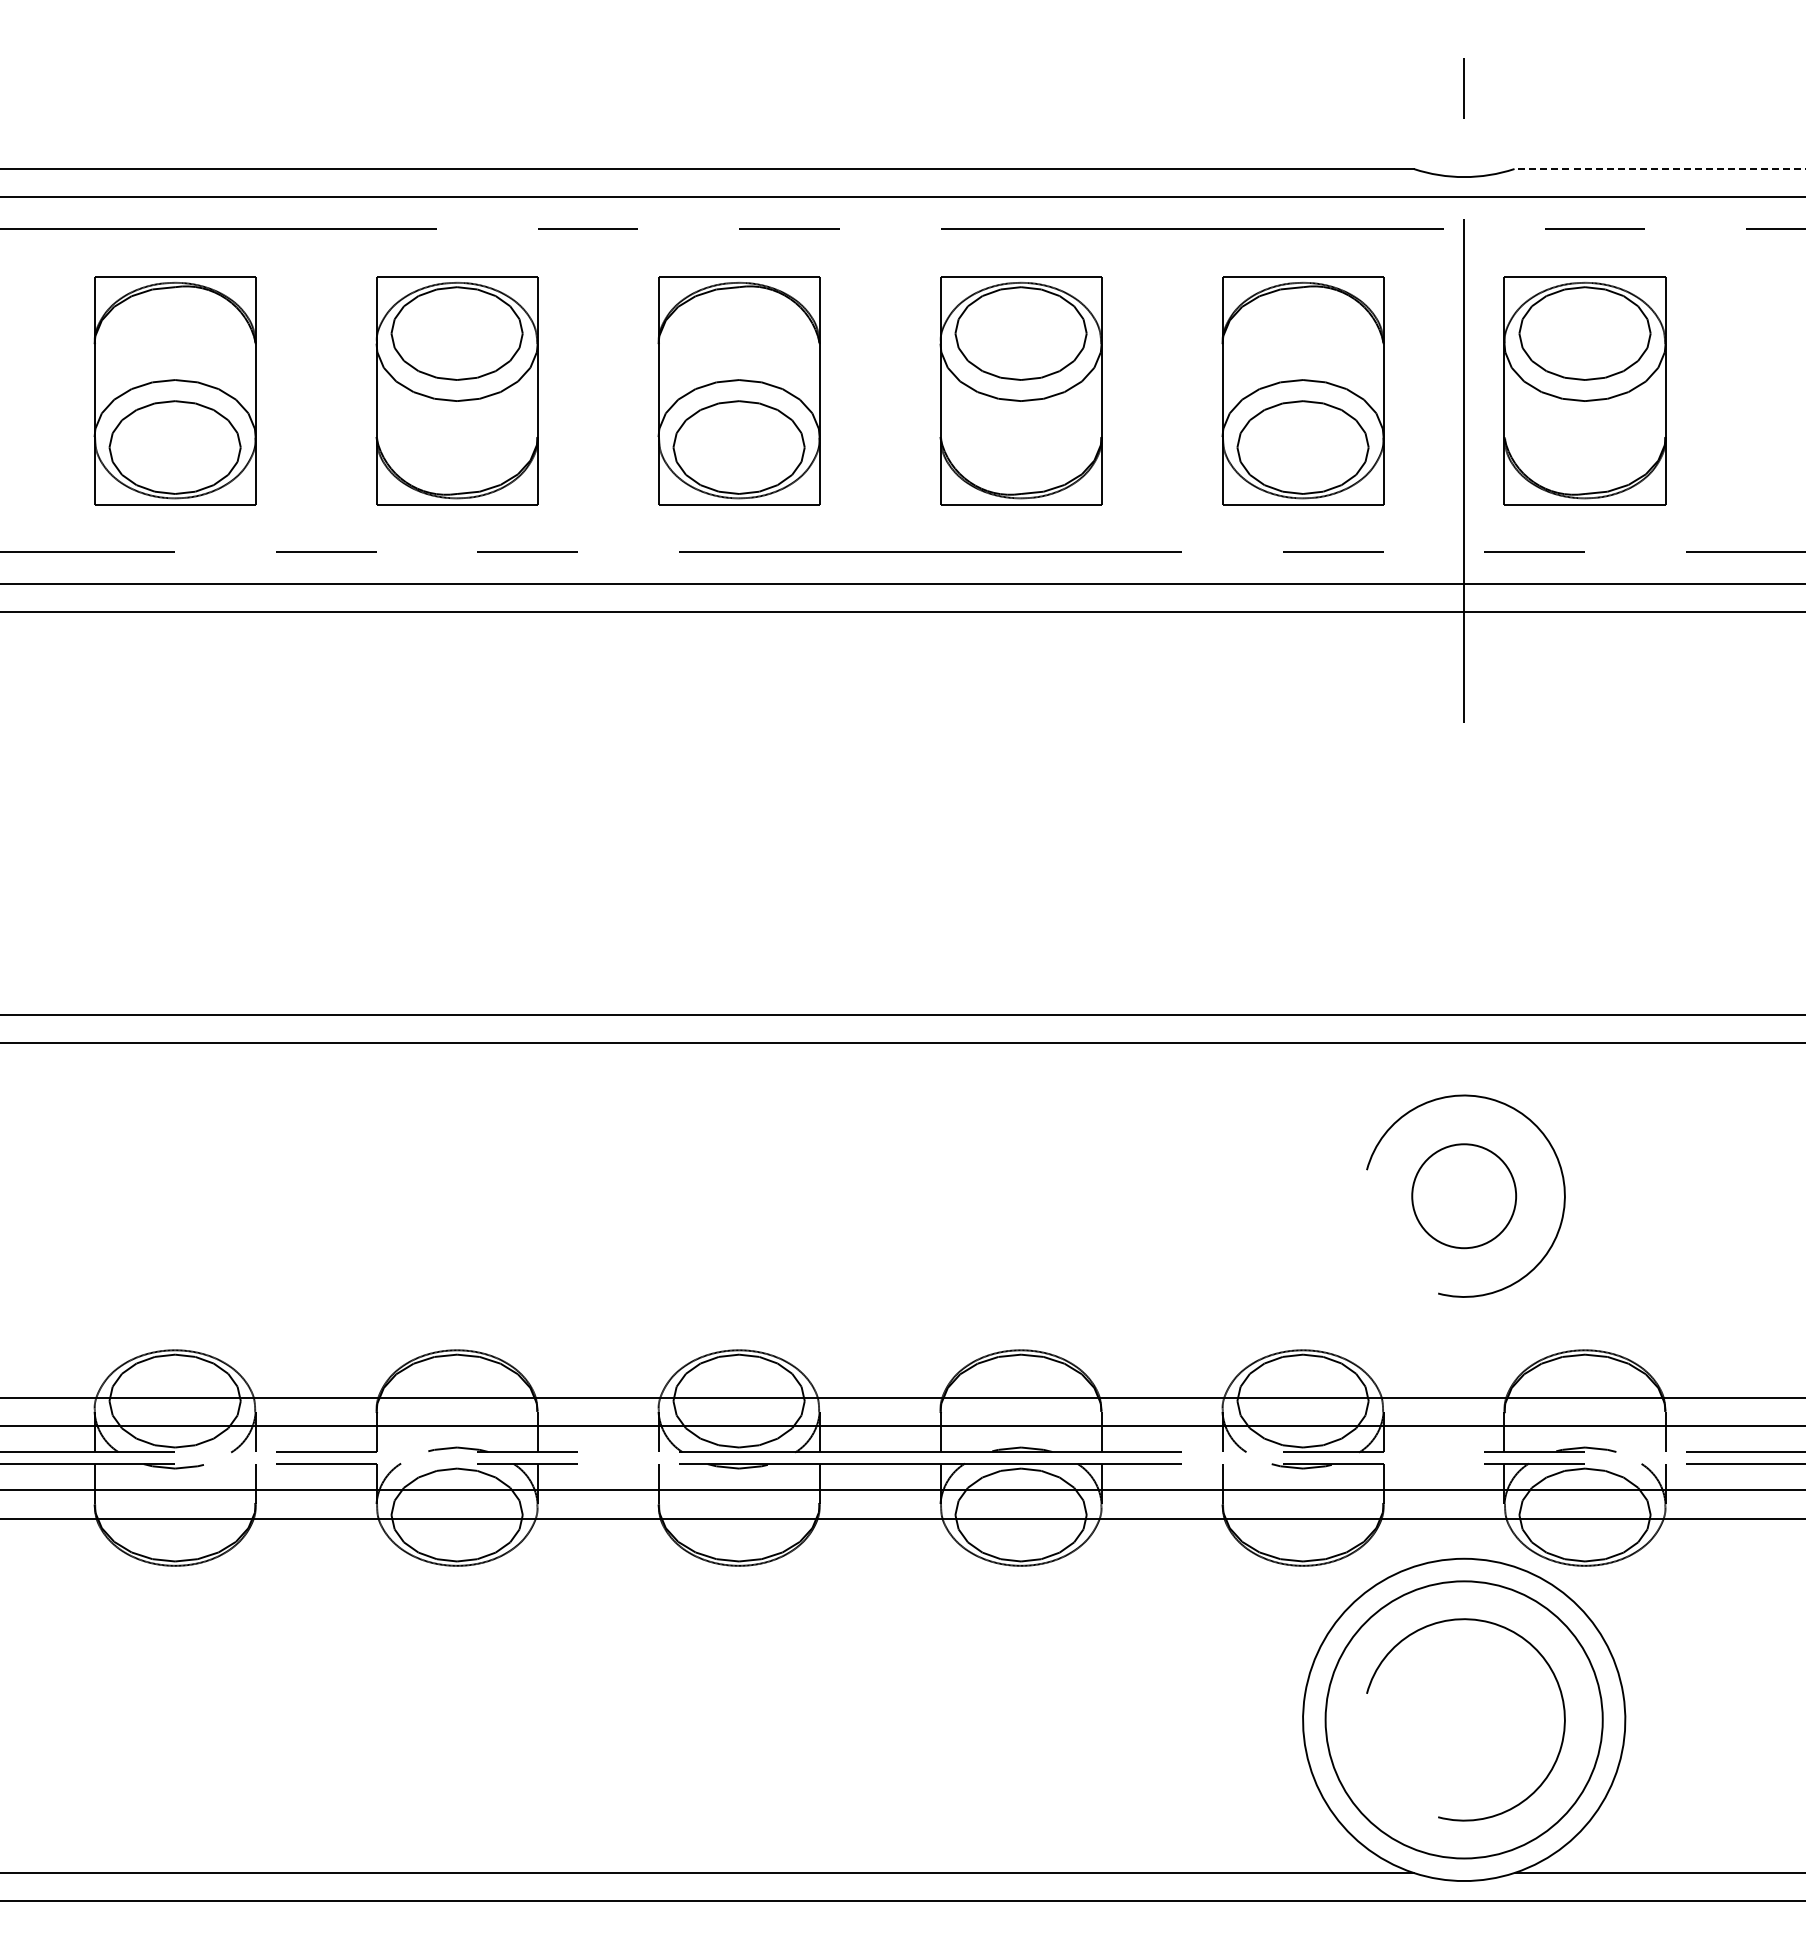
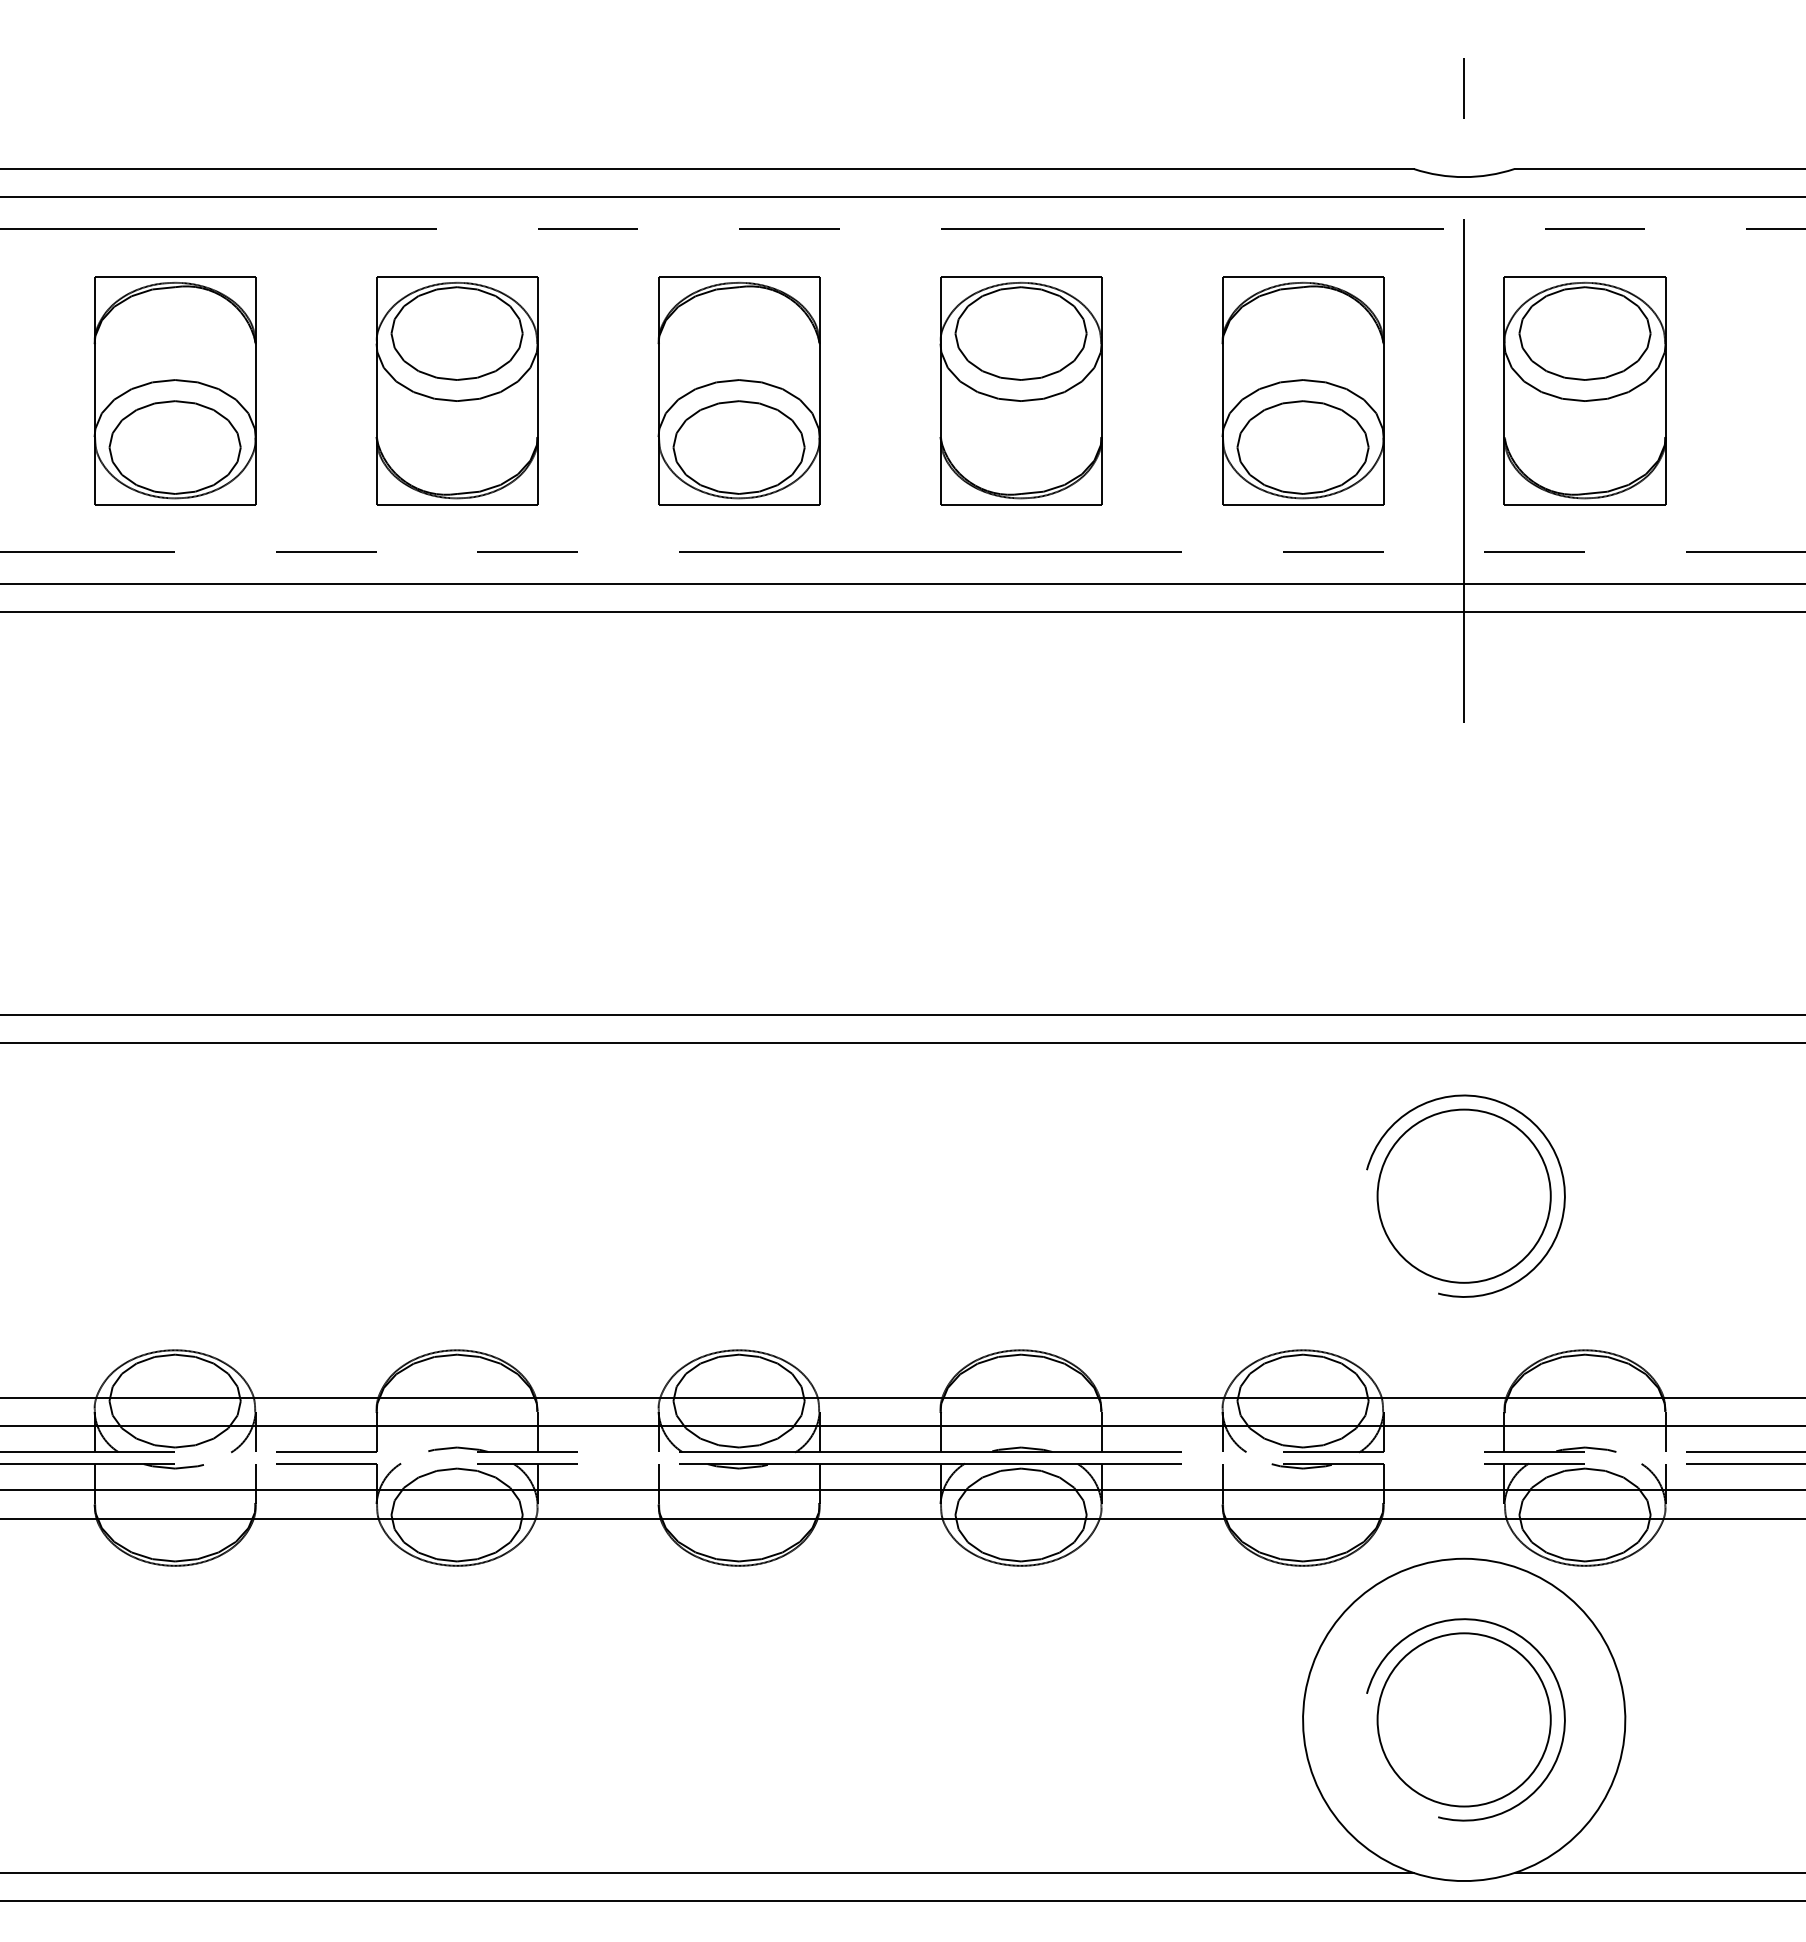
line at (1659, 169): dashed -> solid
circle at (1464, 1196) diameter: 104 px -> 173 px
circle at (1463, 1719) diameter: 277 px -> 173 px
